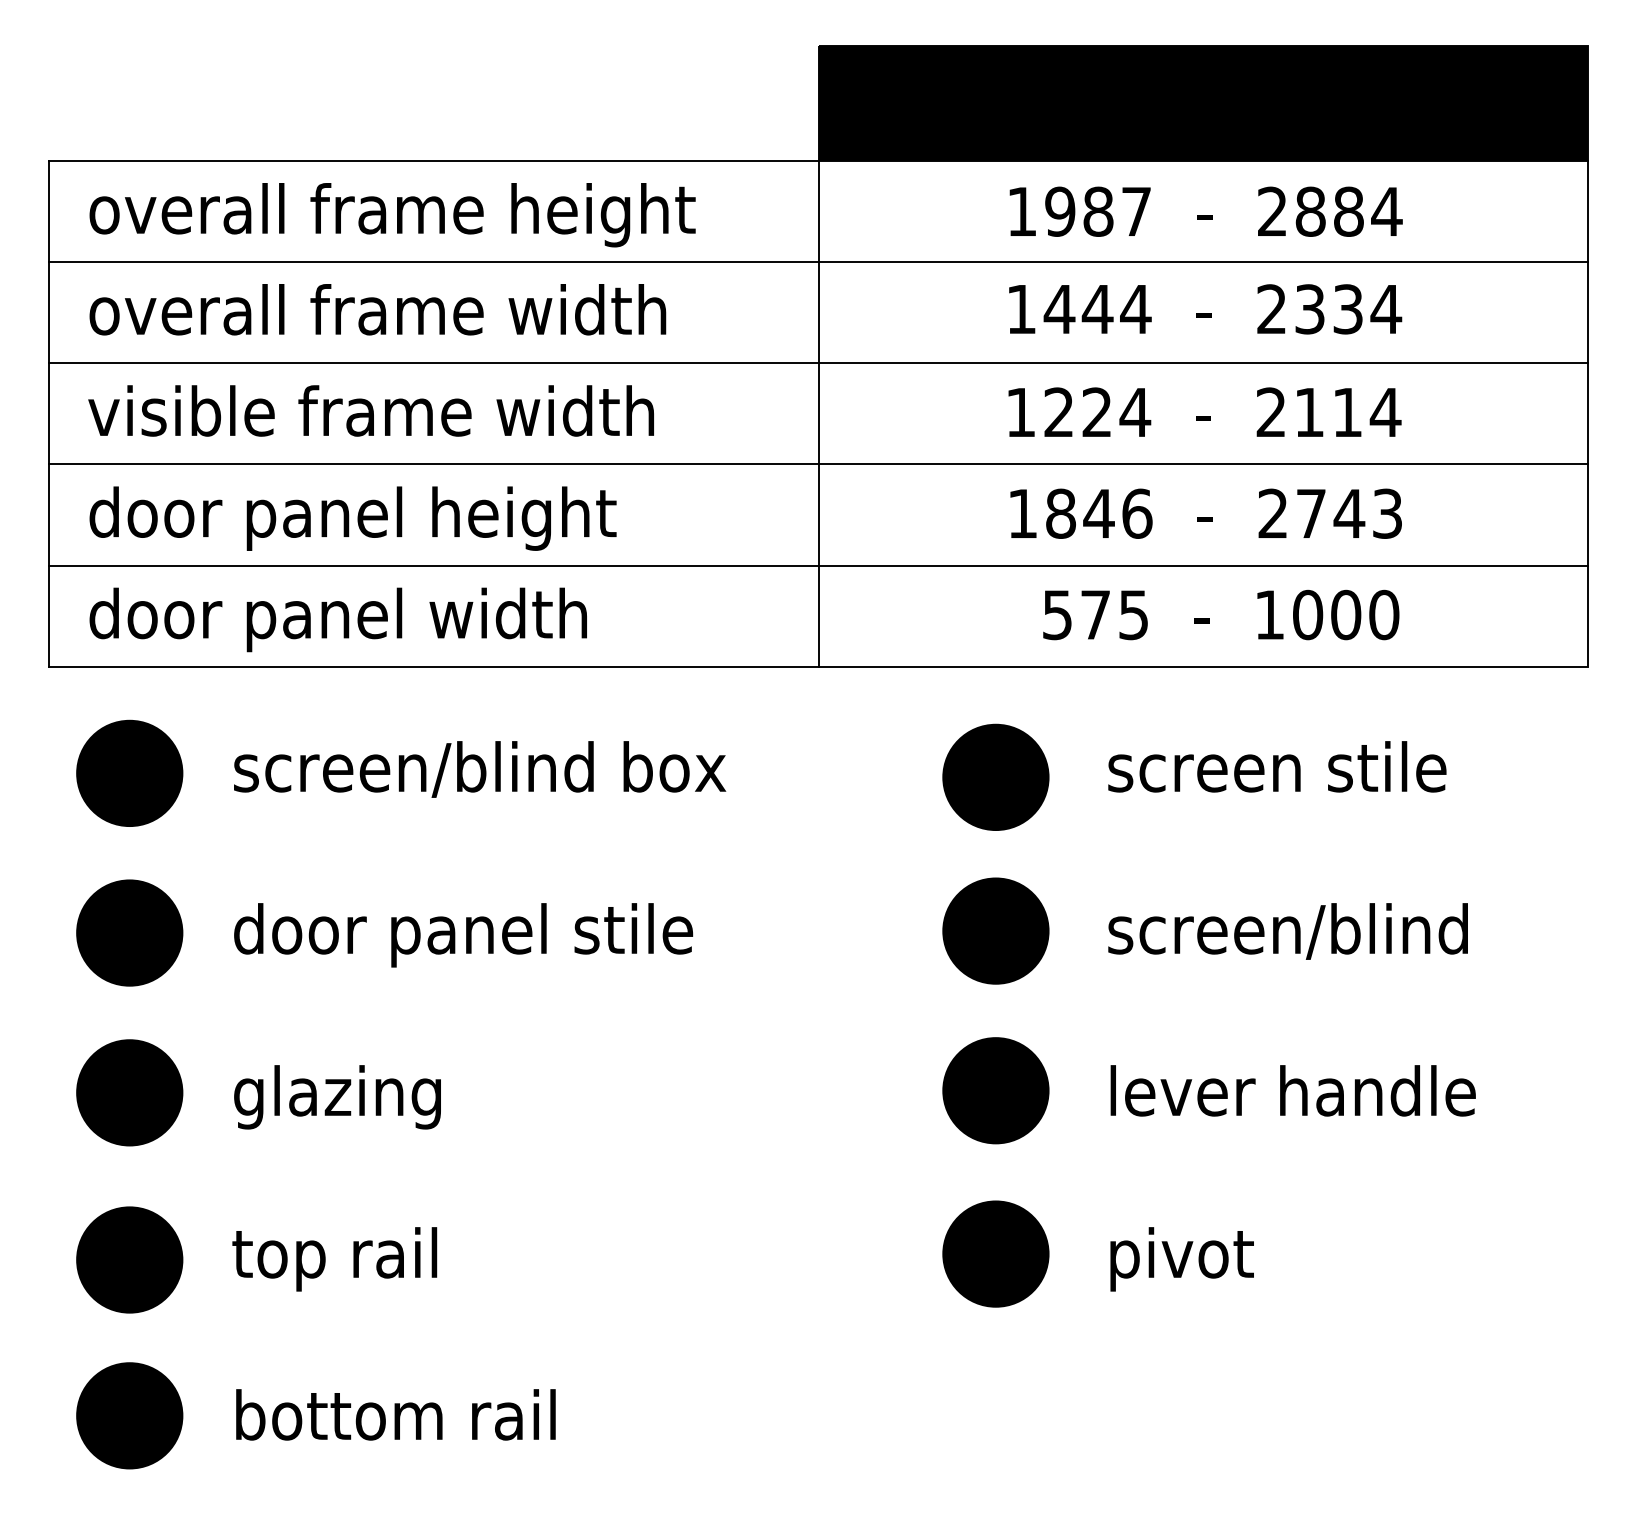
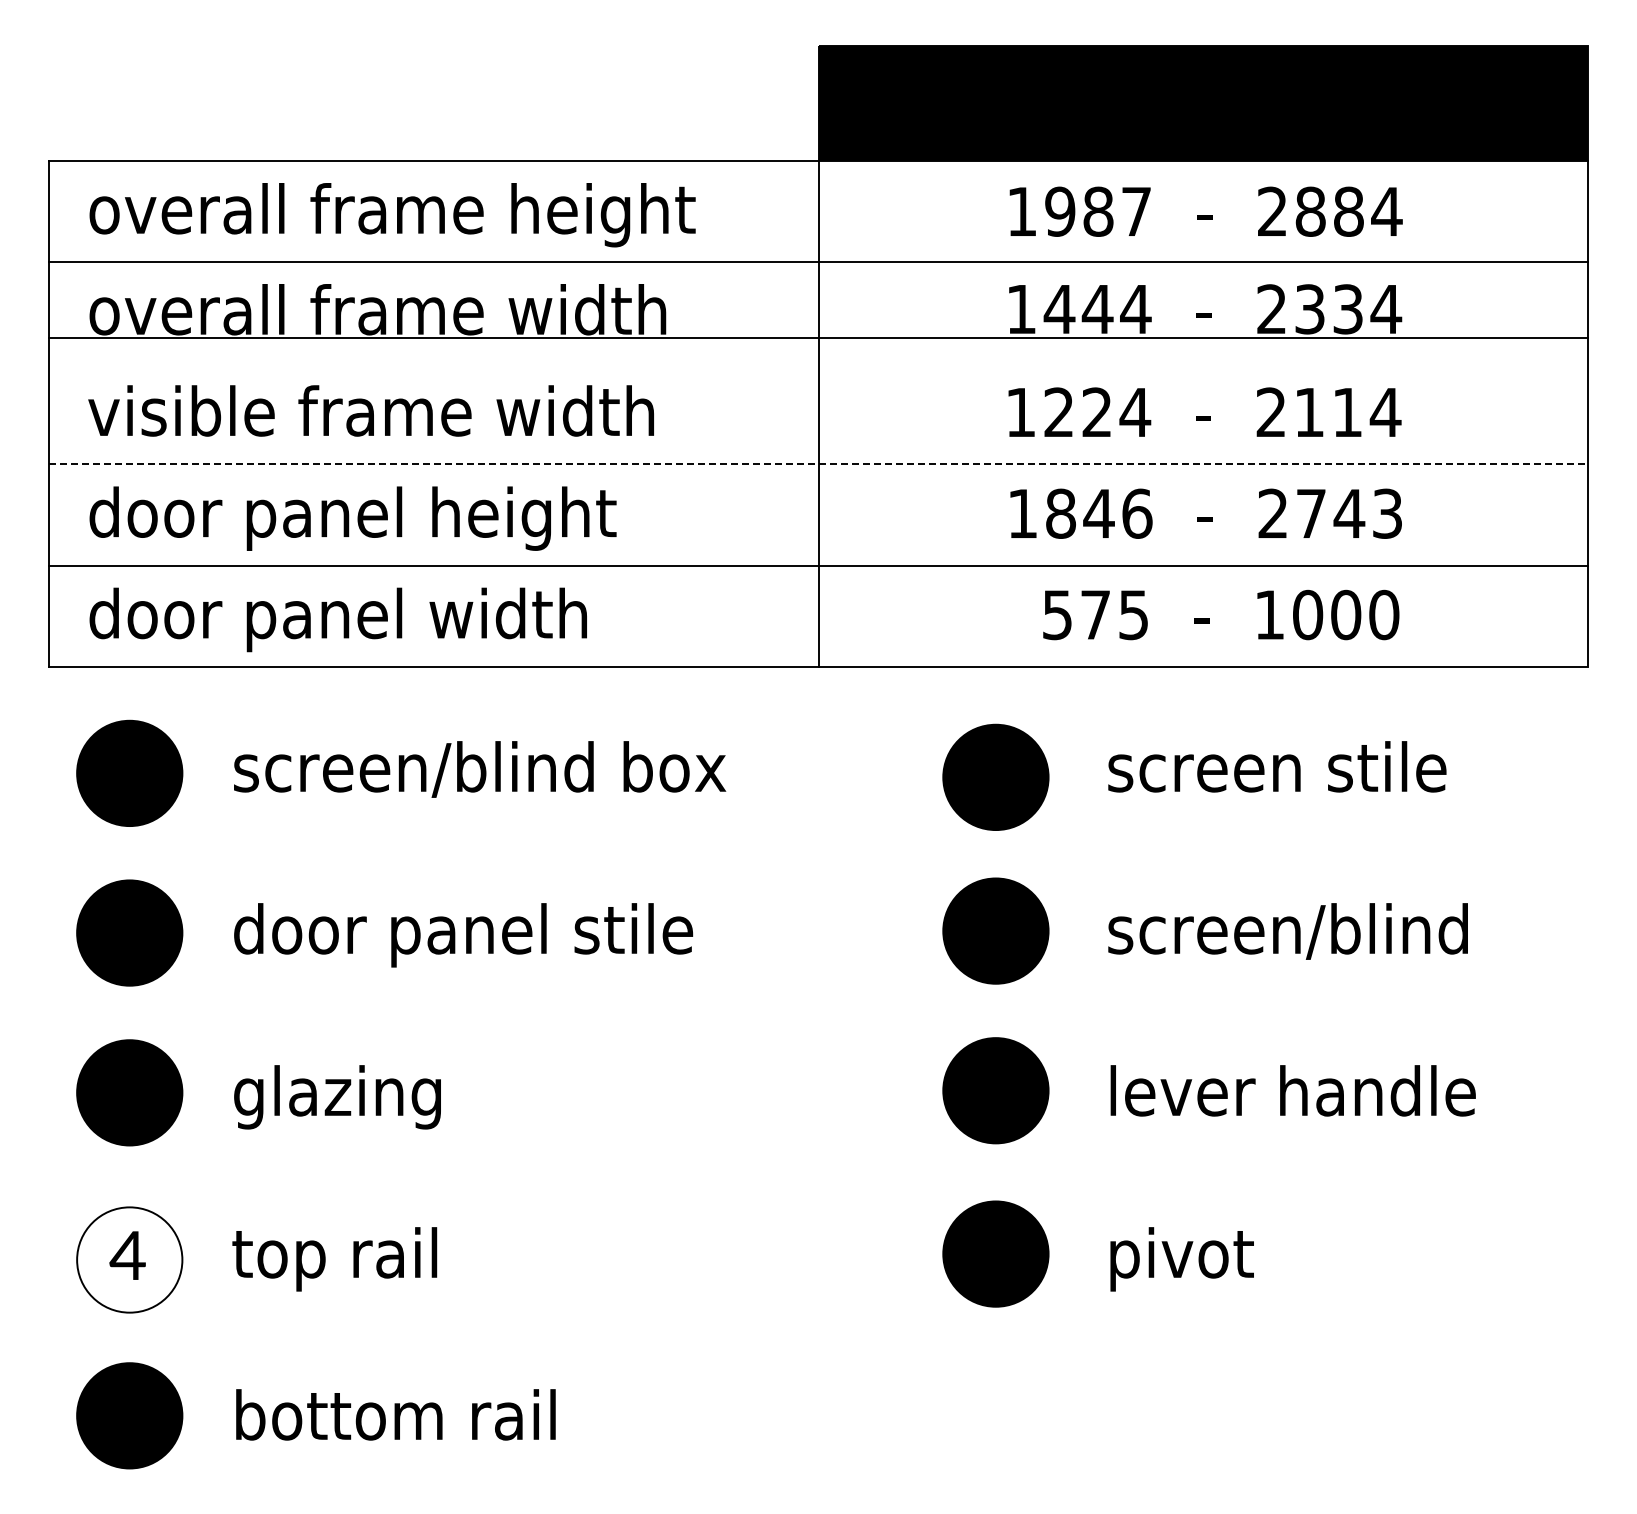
line at (818, 363) position: (818, 363) -> (818, 338)
line at (818, 464): solid -> dashed
fill at (129, 1259): present -> none
